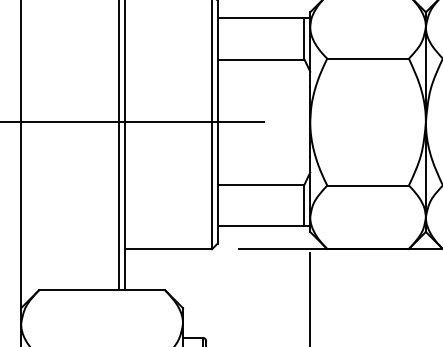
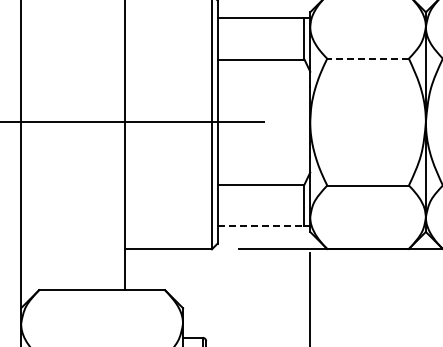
line at (368, 58): solid -> dashed
line at (119, 146): present -> none
line at (261, 226): solid -> dashed
